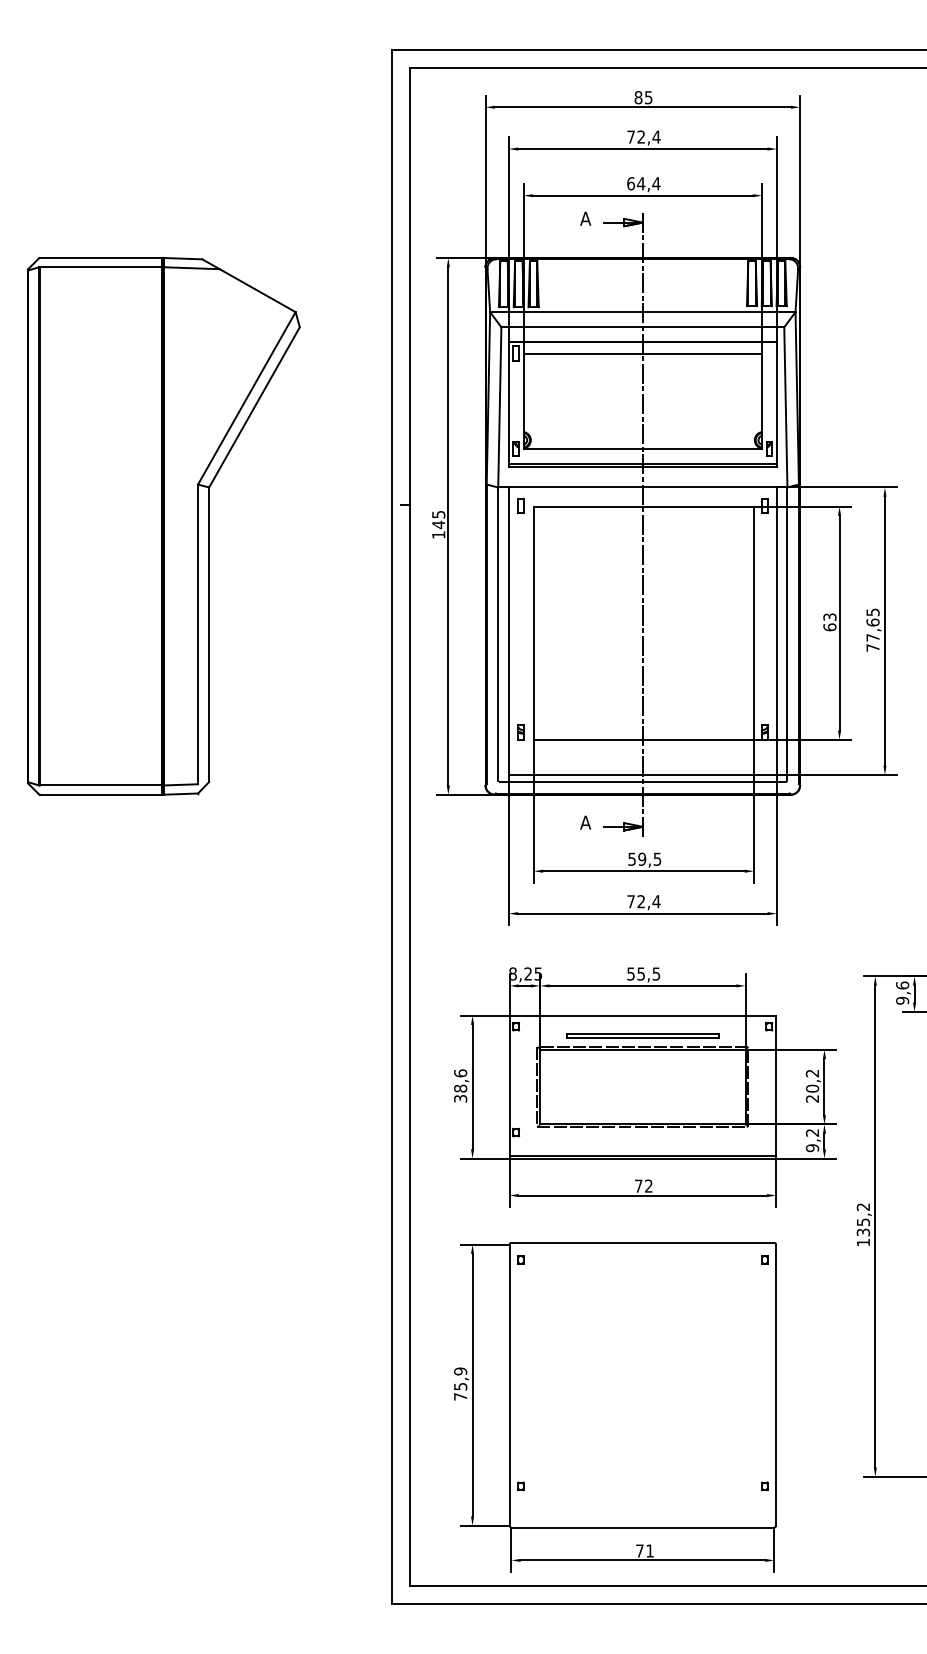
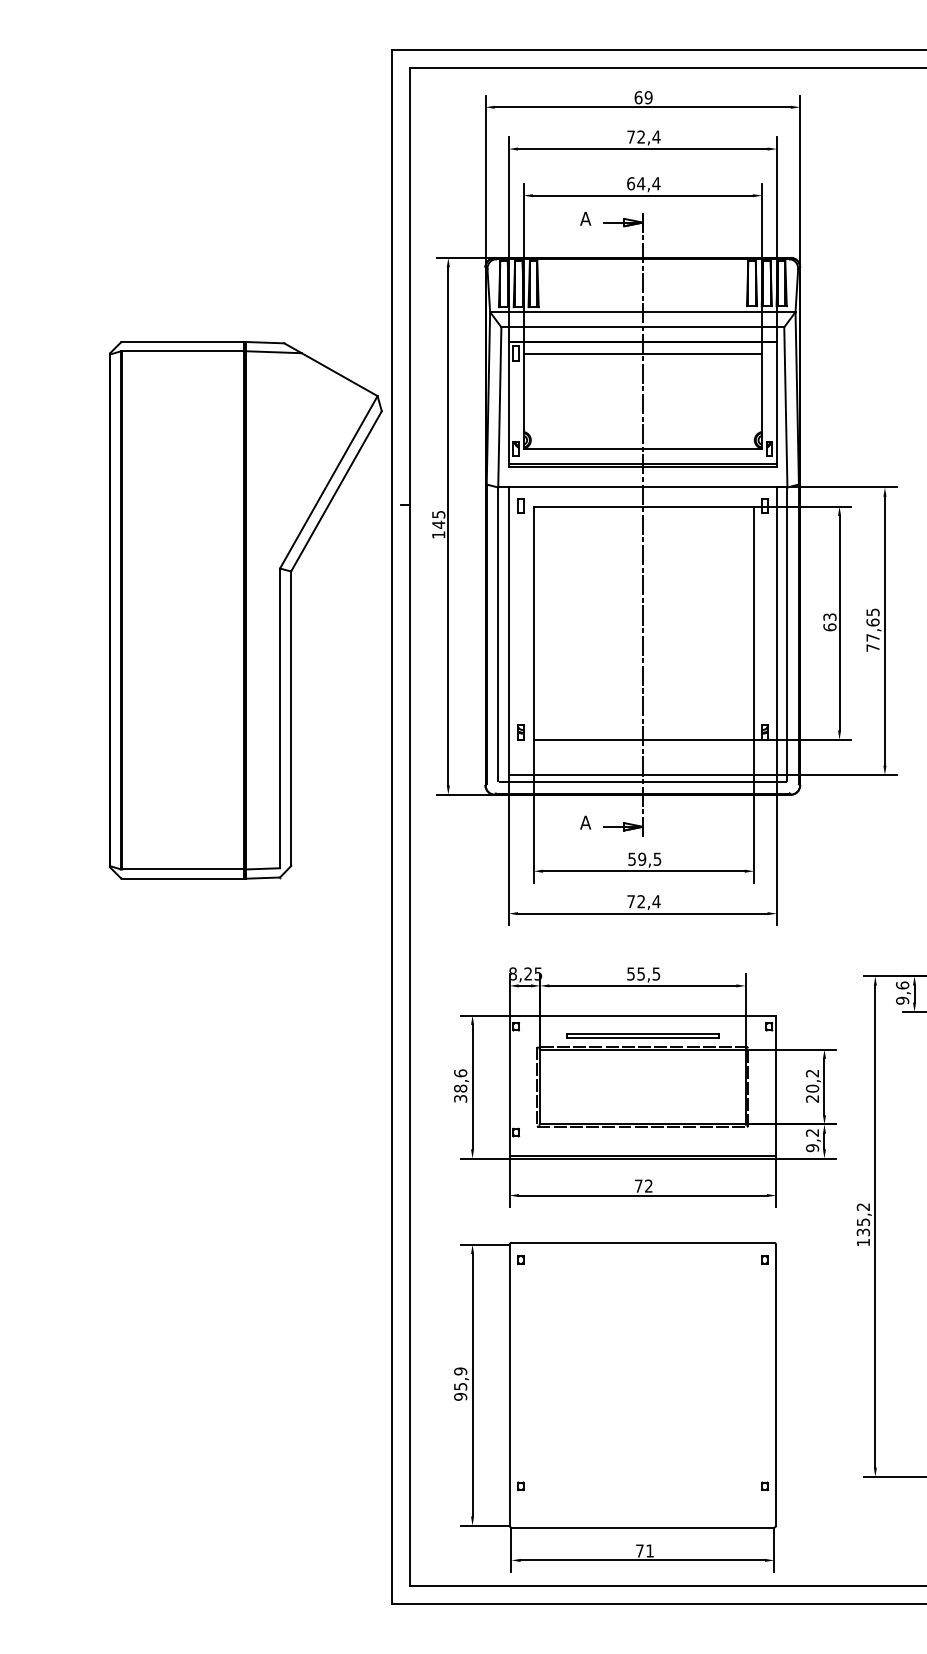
text at (643, 97): 85 -> 69
part at (163, 526) position: (163, 526) -> (245, 610)
text at (460, 1396): 75,9 -> 95,9
